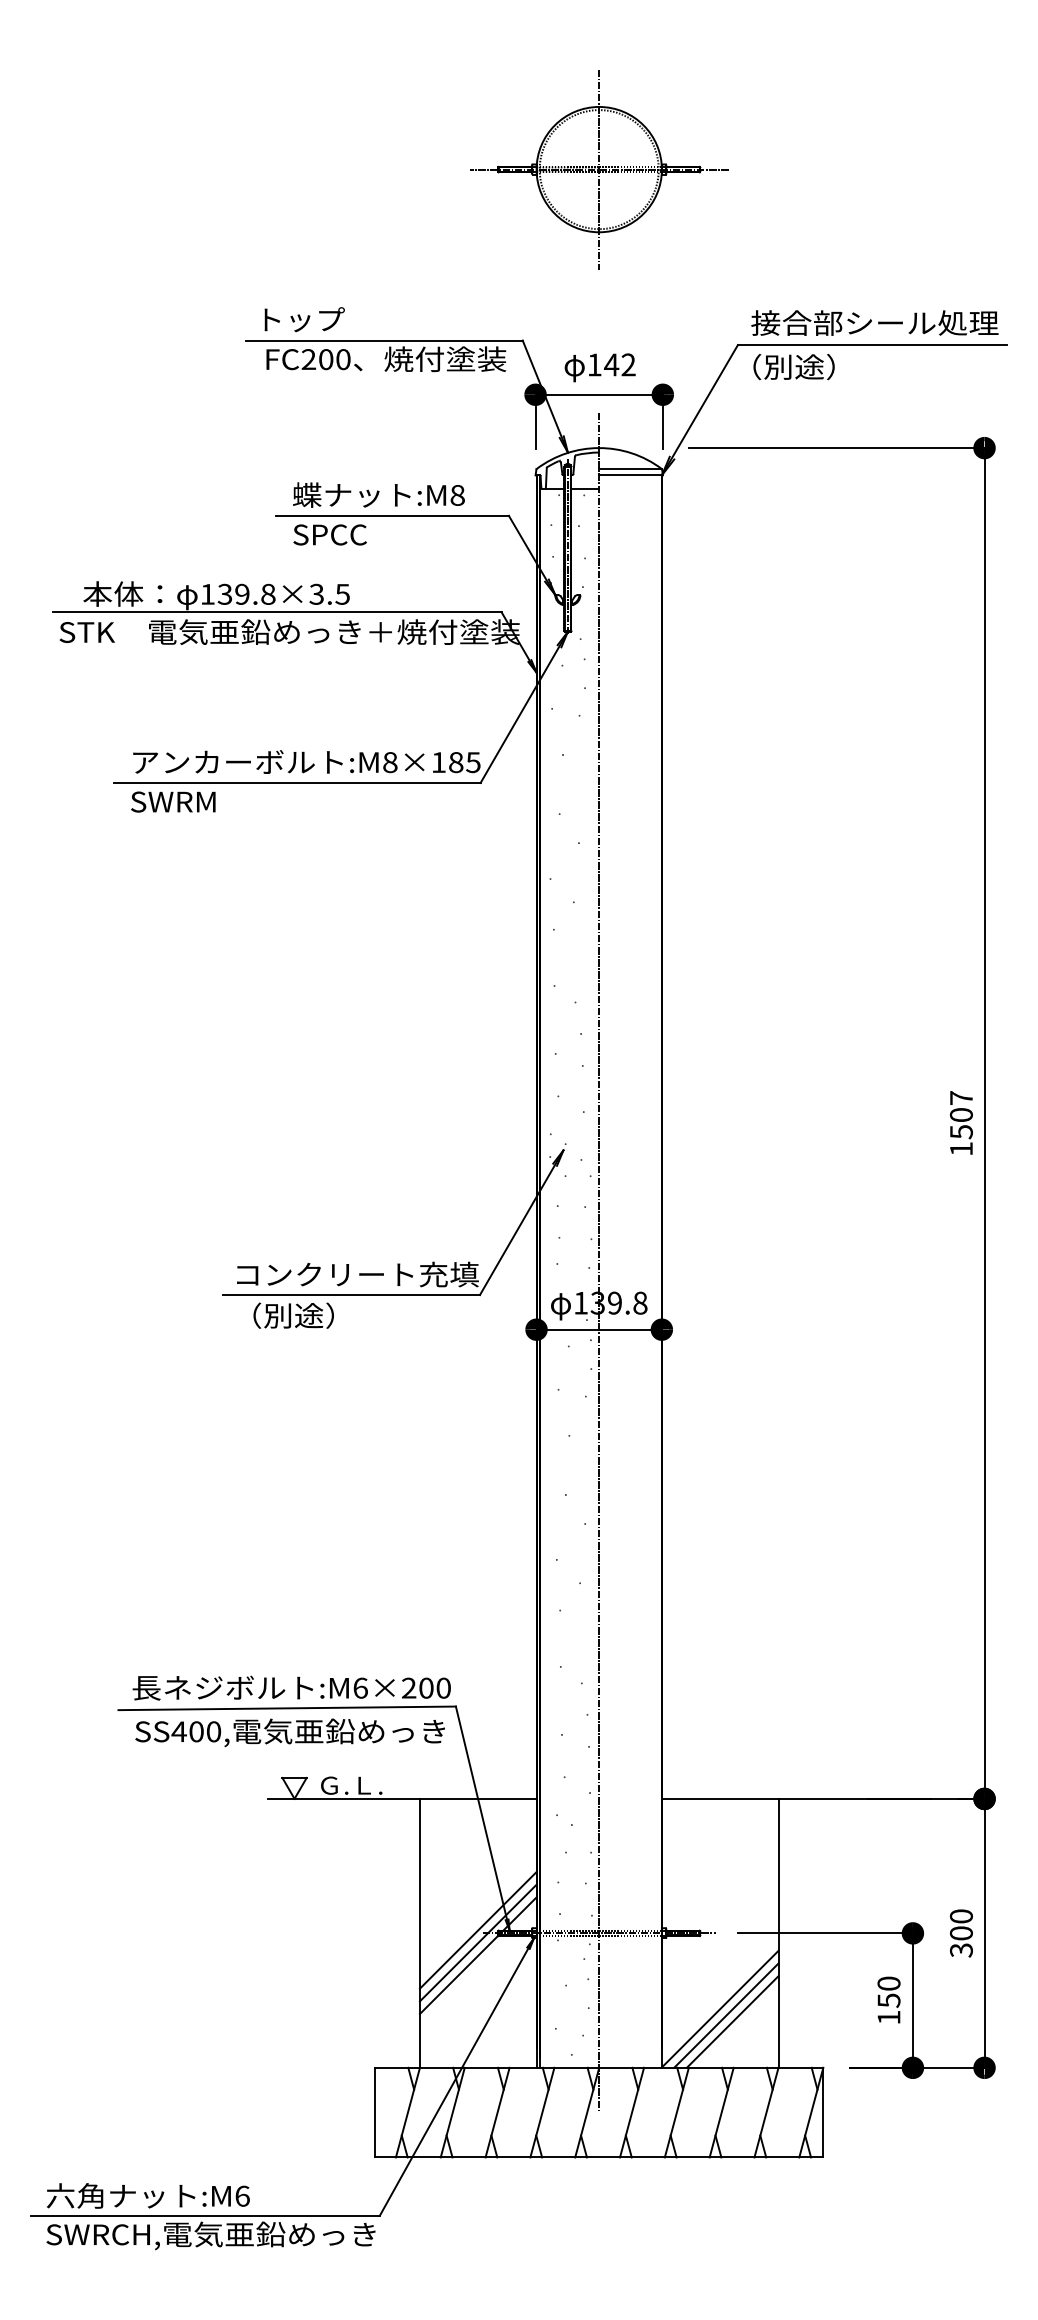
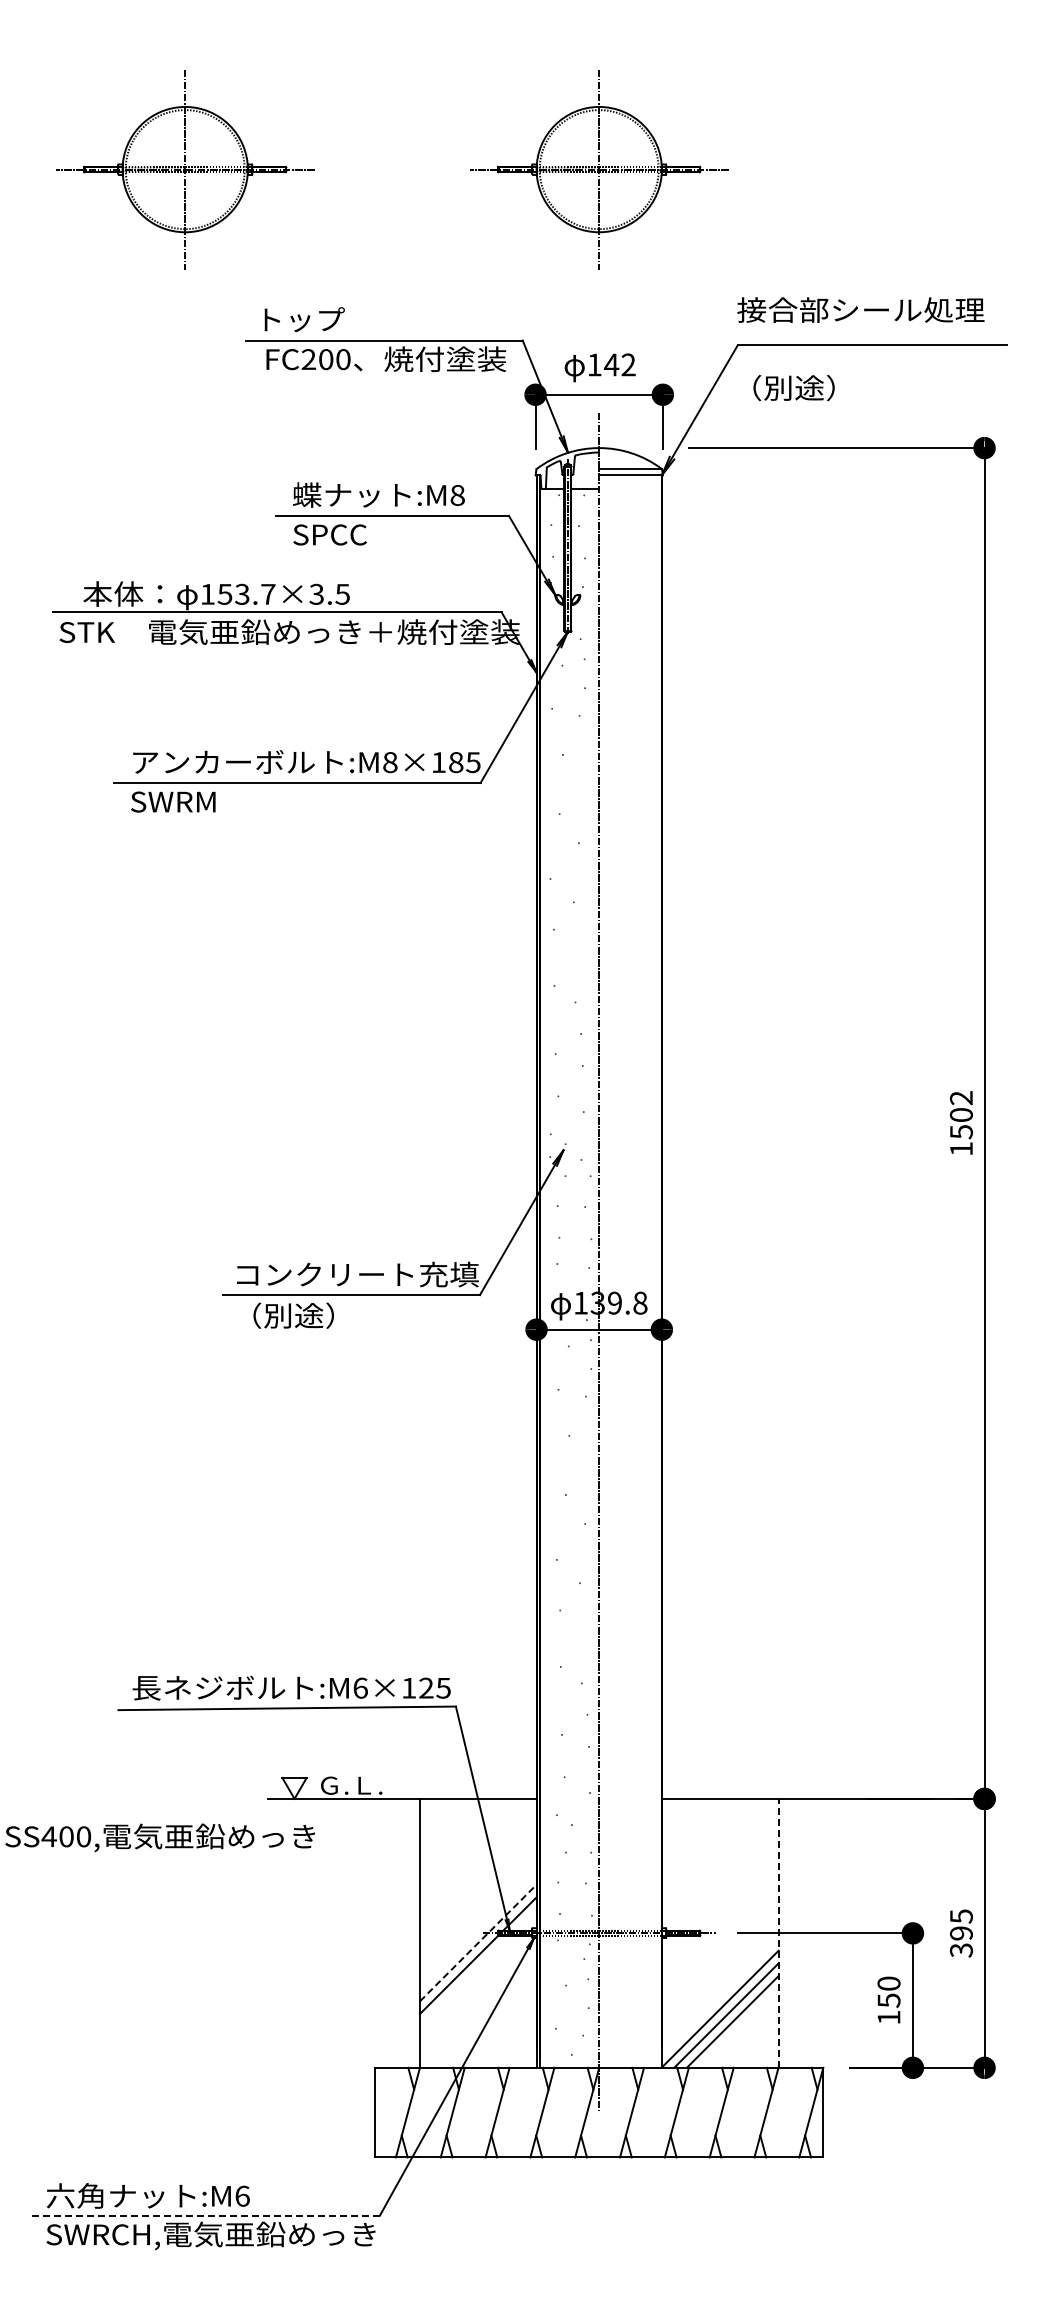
part at (185, 169): none -> present
text at (874, 322) position: (874, 322) -> (860, 309)
text at (793, 367) position: (793, 367) -> (793, 388)
text at (246, 593): 139.8×3.5 -> 153.7×3.5
text at (960, 1098): 1507 -> 1502
text at (426, 1687): :M6×200 -> :M6×125
text at (289, 1732) position: (289, 1732) -> (159, 1837)
text at (960, 1924): 300 -> 395
line at (477, 1930): present -> none
line at (778, 1932): solid -> dashed
line at (478, 1942): solid -> dashed
line at (205, 2215): solid -> dashed
